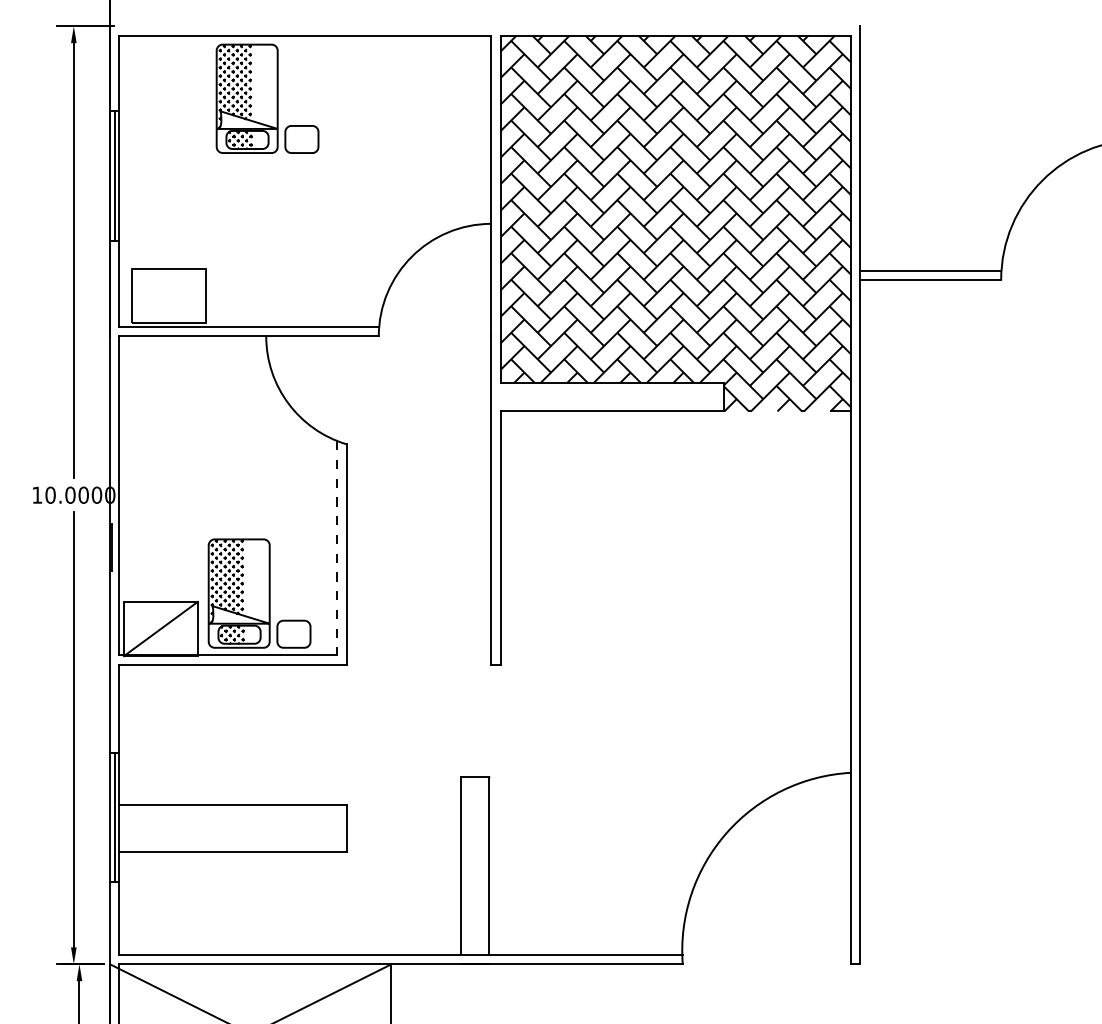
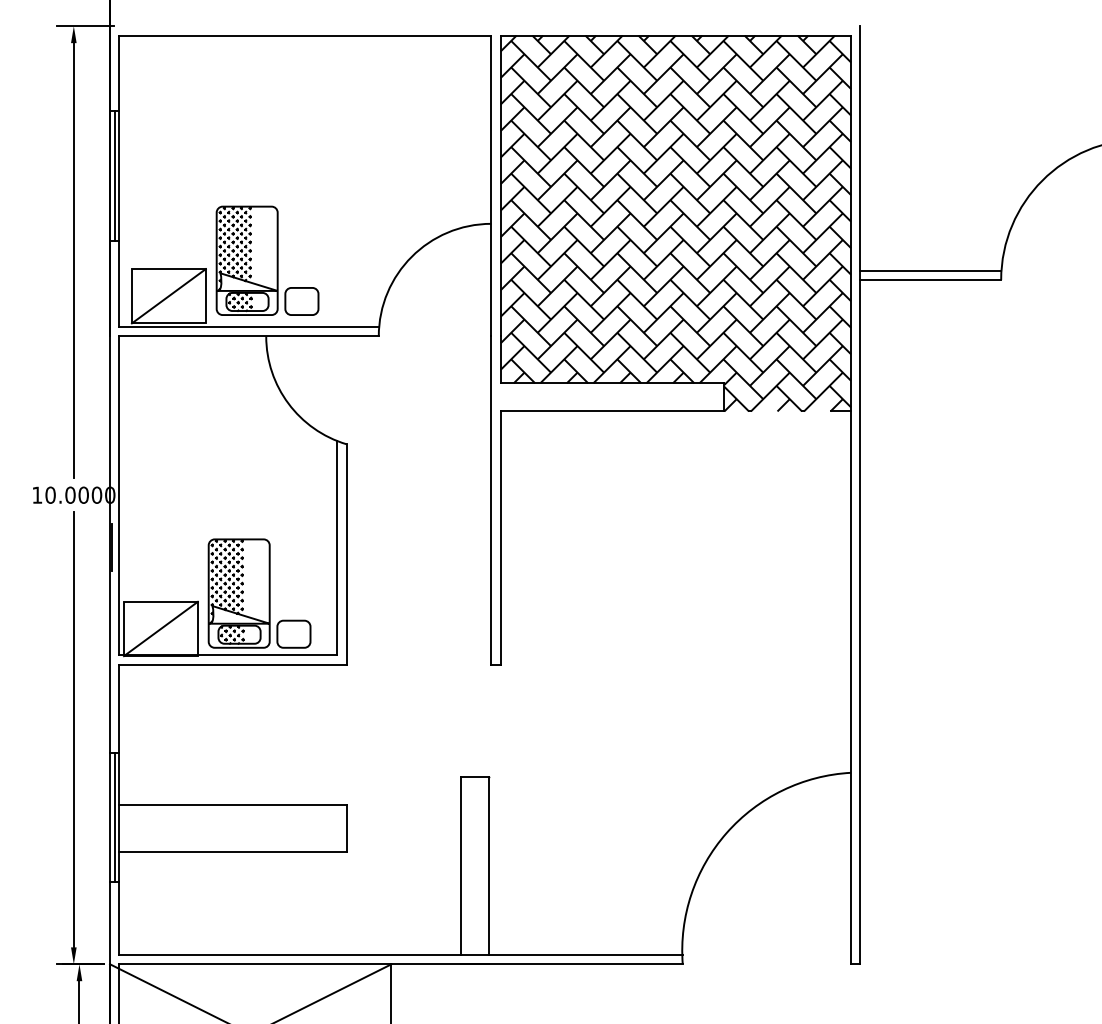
part at (267, 98) position: (267, 98) -> (267, 260)
line at (168, 296): none -> present
line at (337, 548): dashed -> solid
